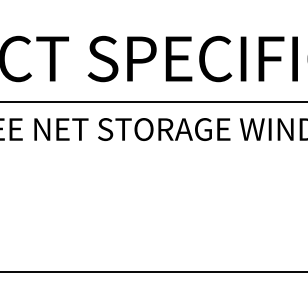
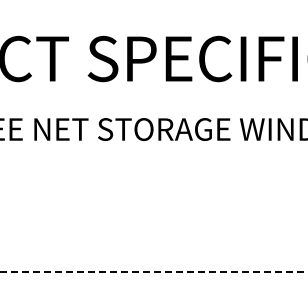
line at (153, 101): present -> none
line at (153, 272): solid -> dashed
